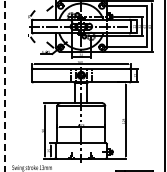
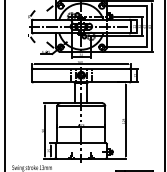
line at (5, 85): dashed -> solid
